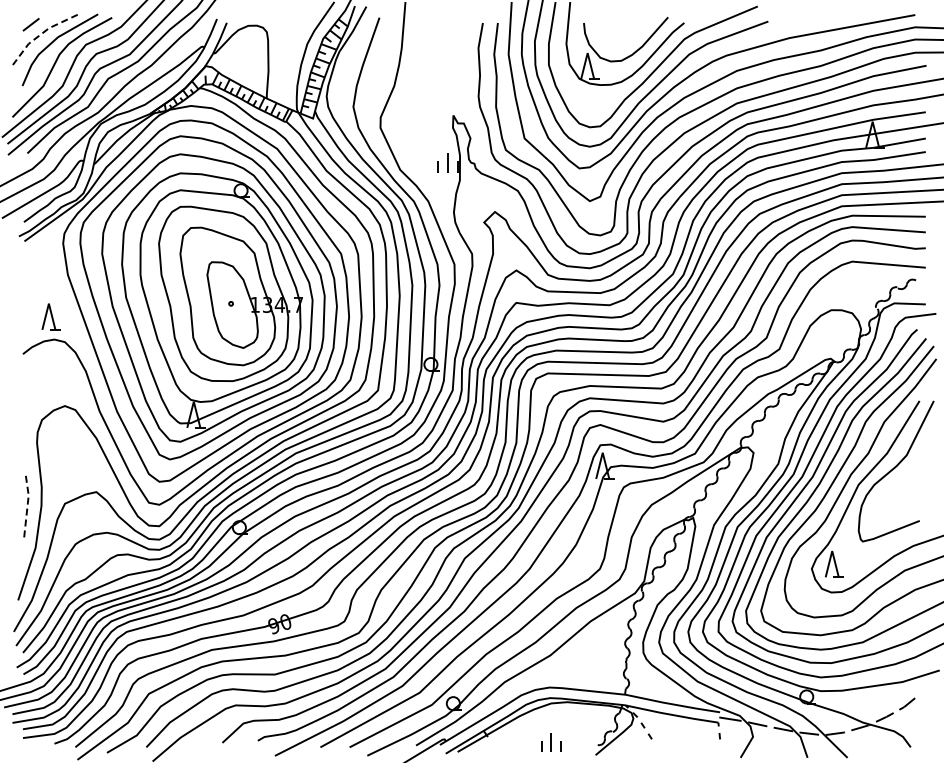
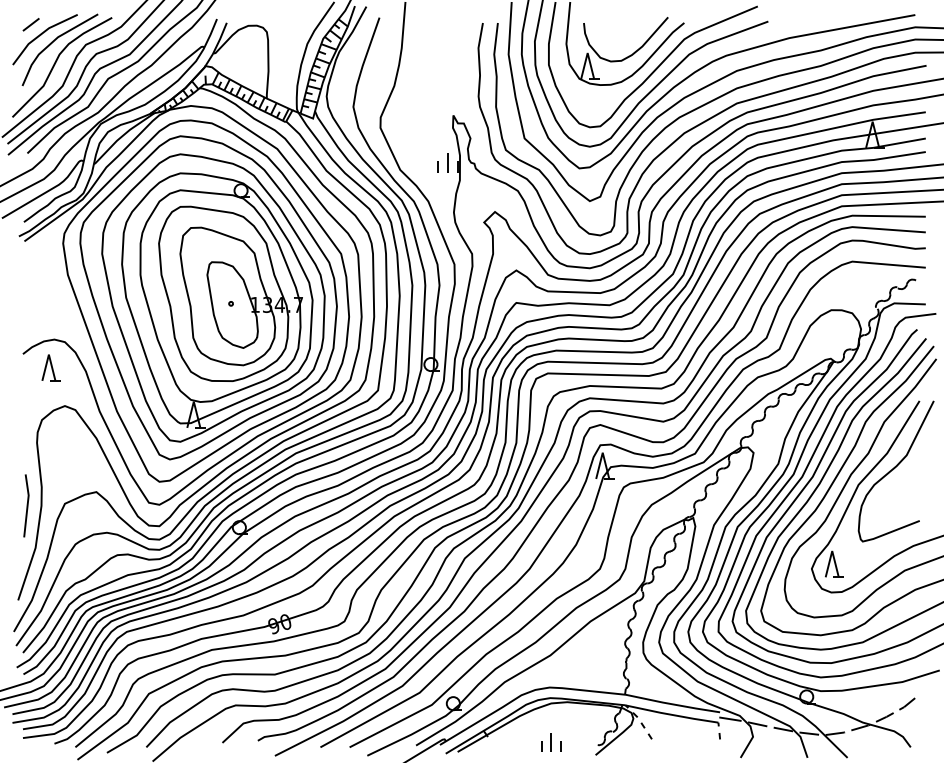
line at (40, 34): dashed -> solid
part at (50, 316) position: (50, 316) -> (50, 367)
line at (27, 505): dashed -> solid
